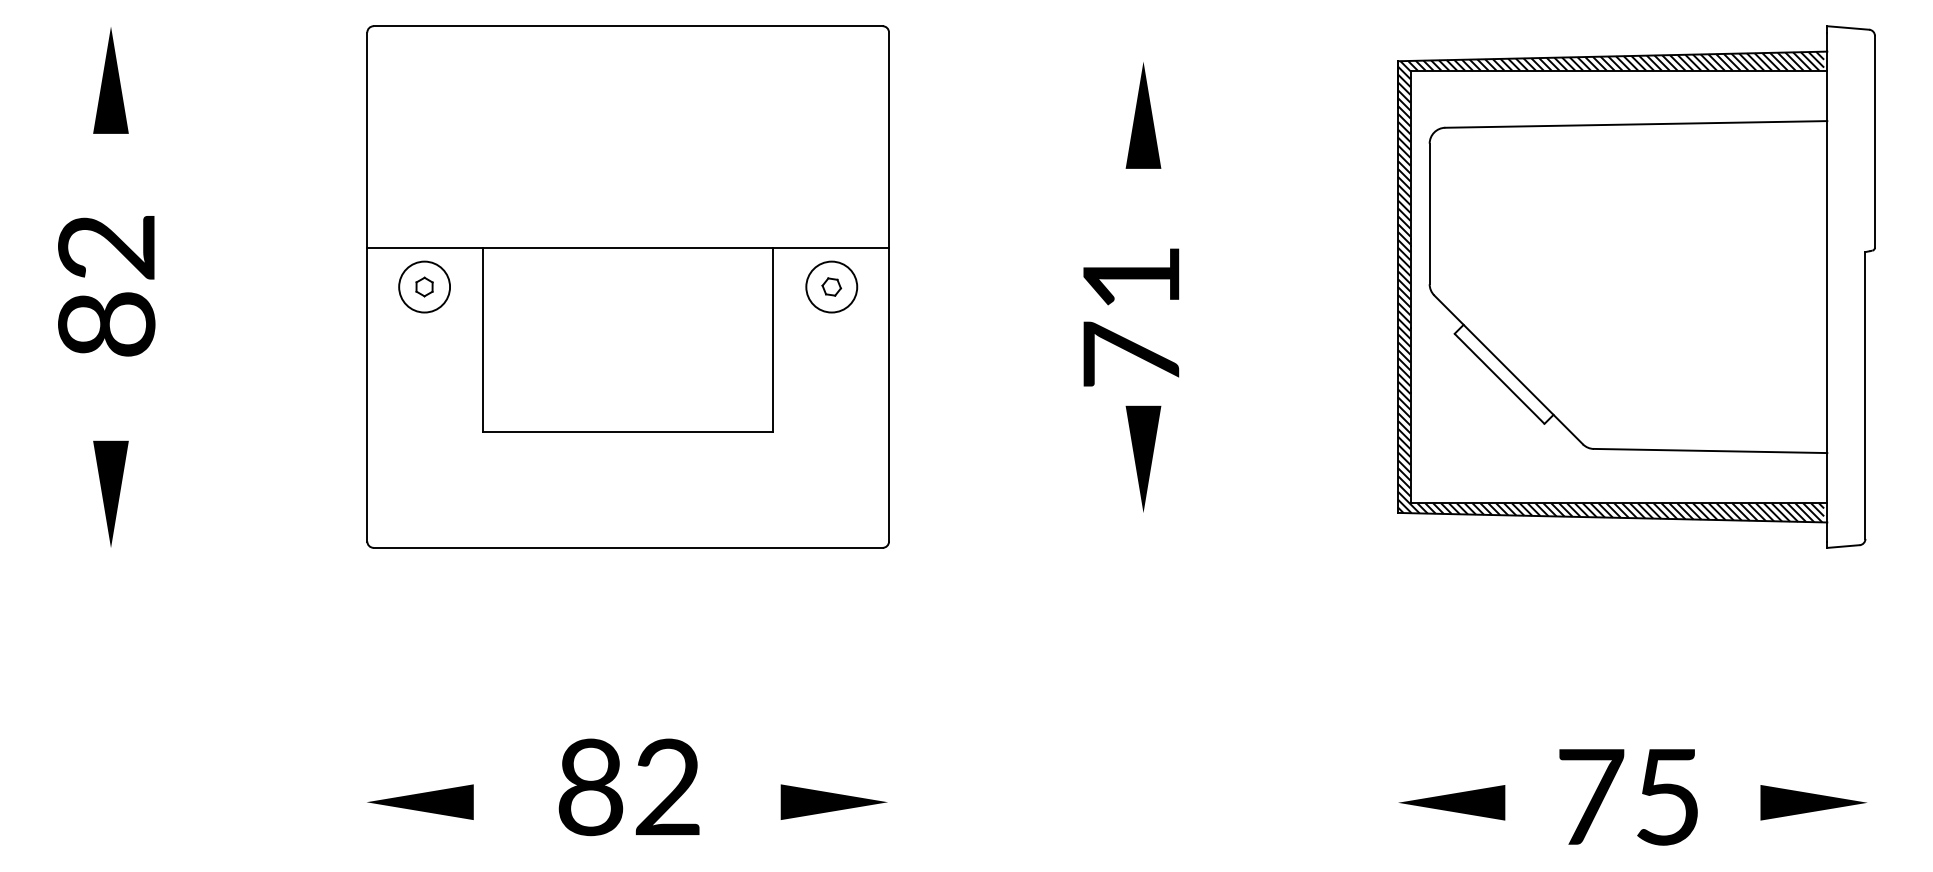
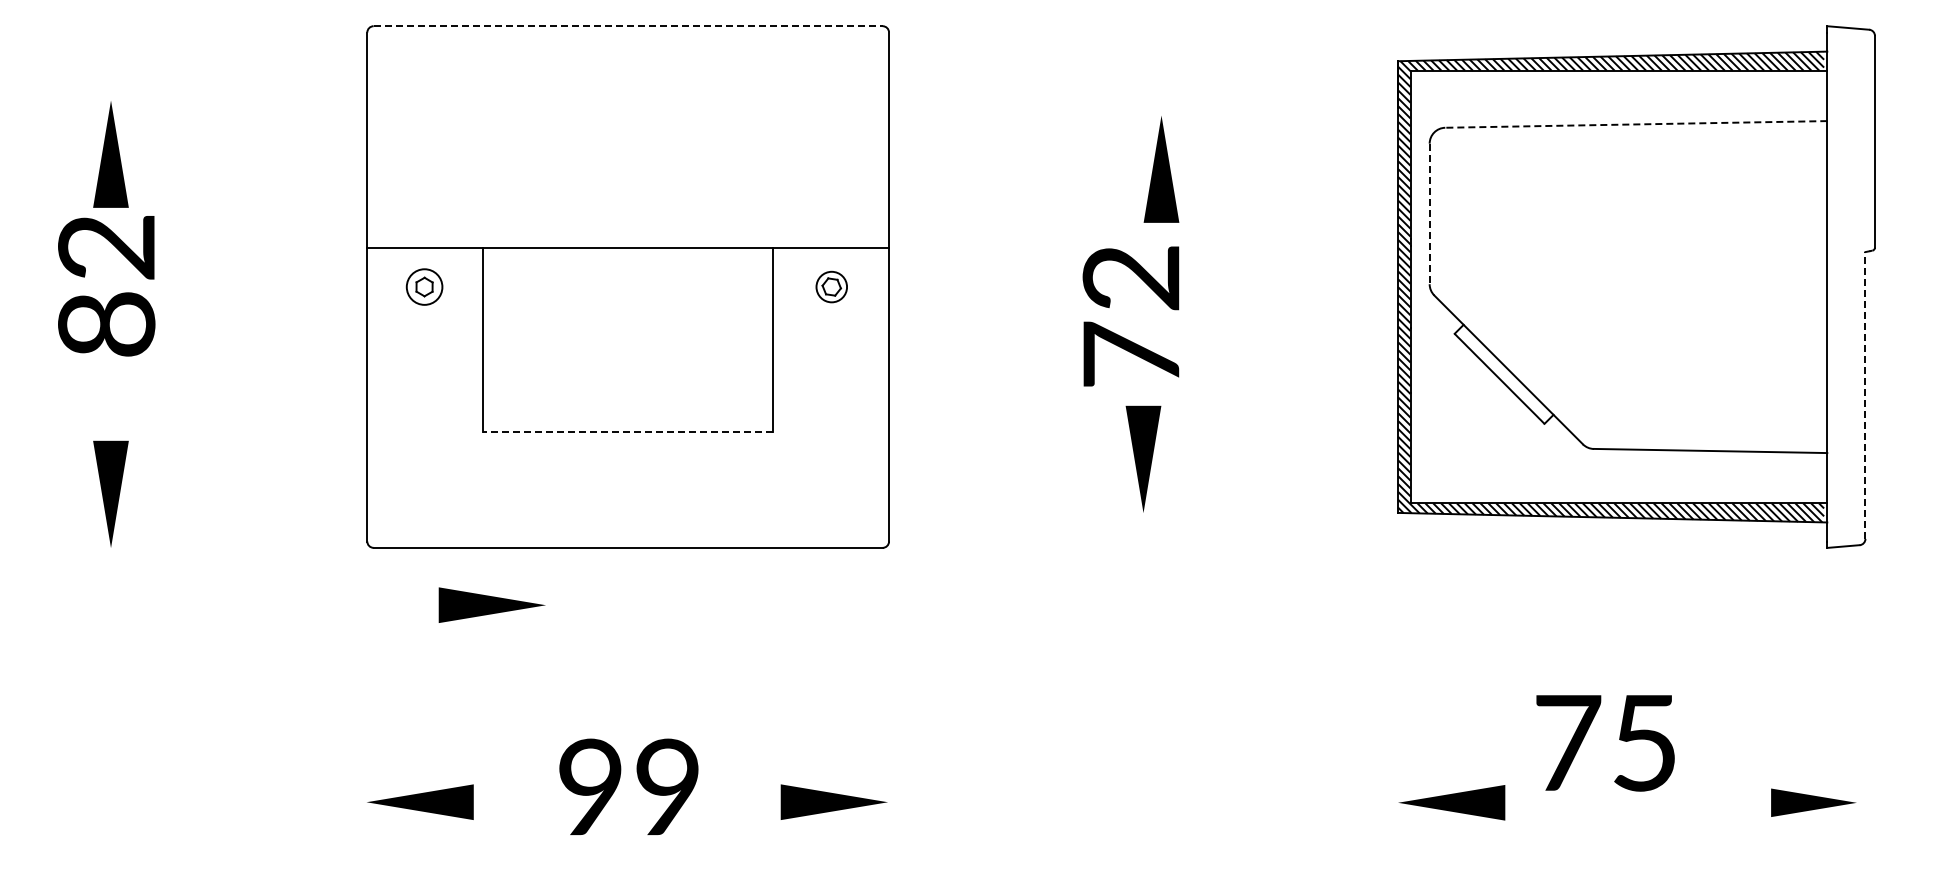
line at (628, 26): solid -> dashed
part at (110, 80) position: (110, 80) -> (110, 154)
part at (1143, 115) position: (1143, 115) -> (1161, 169)
line at (1635, 124): solid -> dashed
line at (1429, 214): solid -> dashed
text at (1130, 278): 71 -> 72
circle at (424, 286) diameter: 51 px -> 36 px
circle at (831, 286) diameter: 51 px -> 31 px
line at (1865, 394): solid -> dashed
line at (627, 432): solid -> dashed
part at (491, 604): none -> present
text at (628, 787): 82 -> 99
text at (1628, 797) position: (1628, 797) -> (1605, 743)
part at (1813, 802) size: 107x36 px -> 86x29 px
